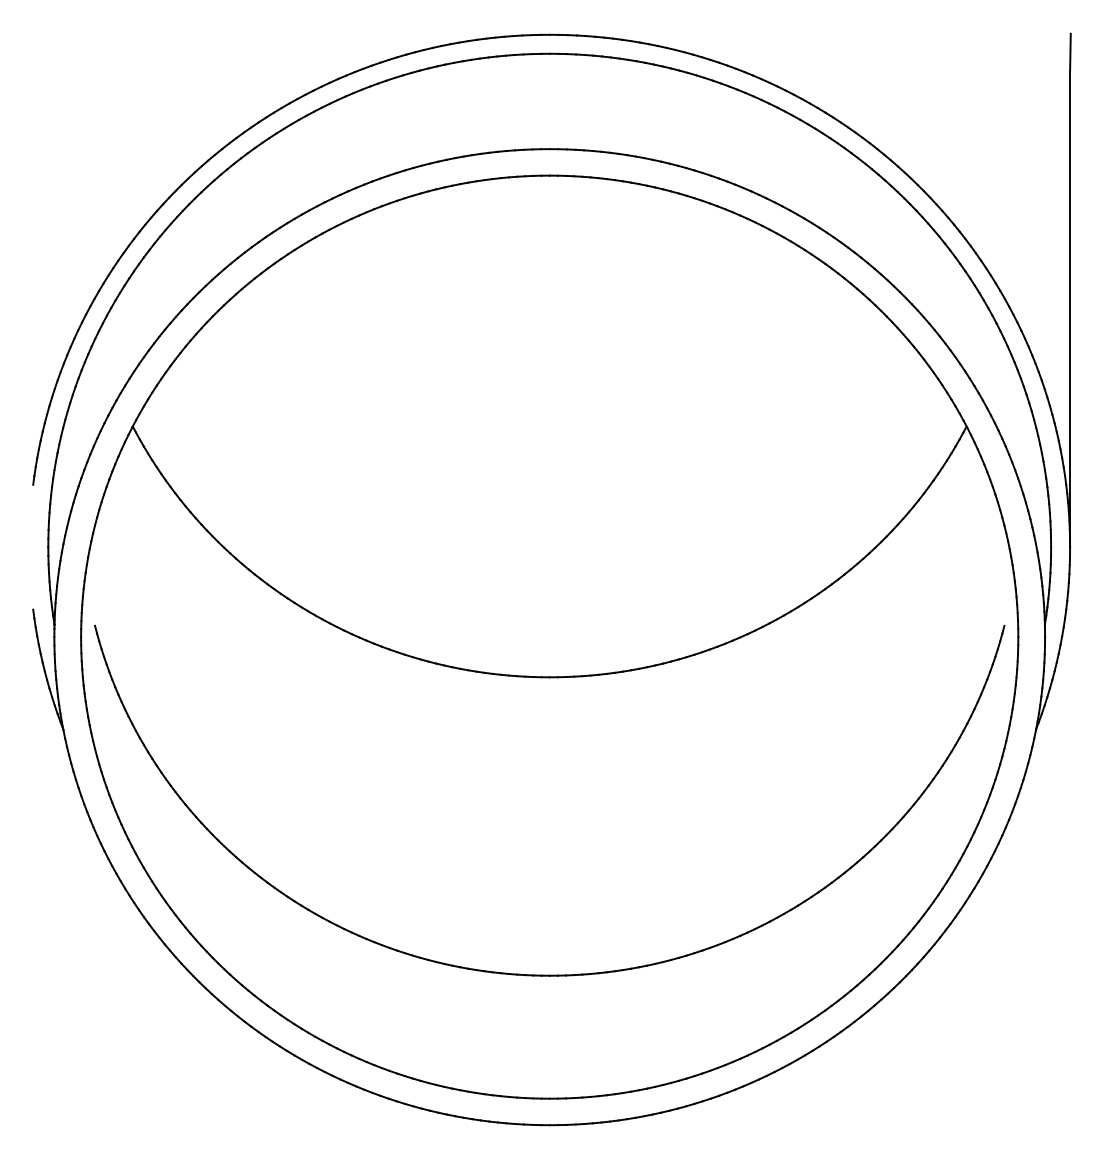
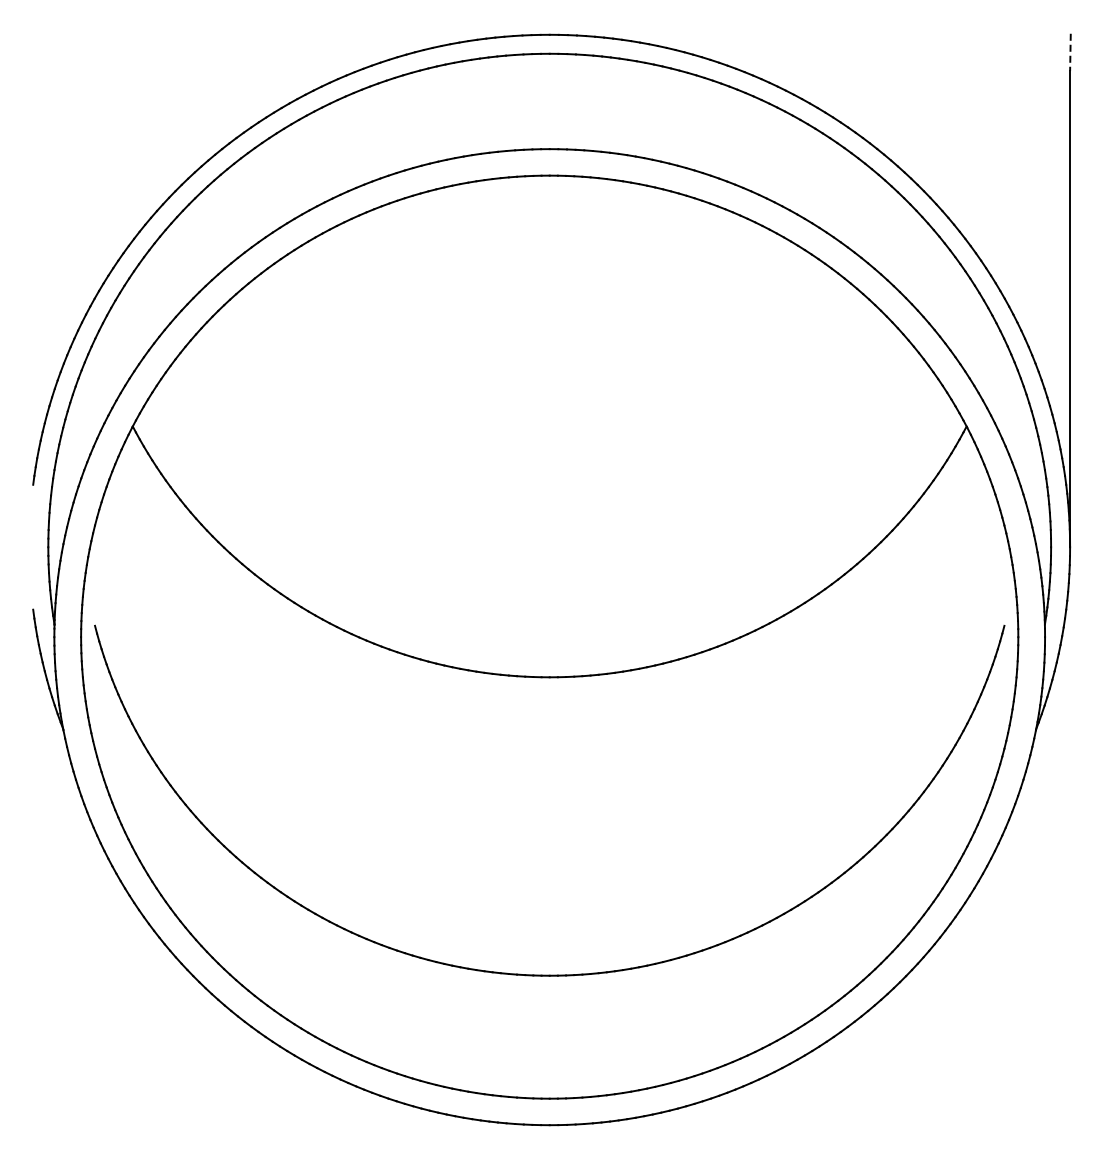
line at (1070, 52): solid -> dashed
